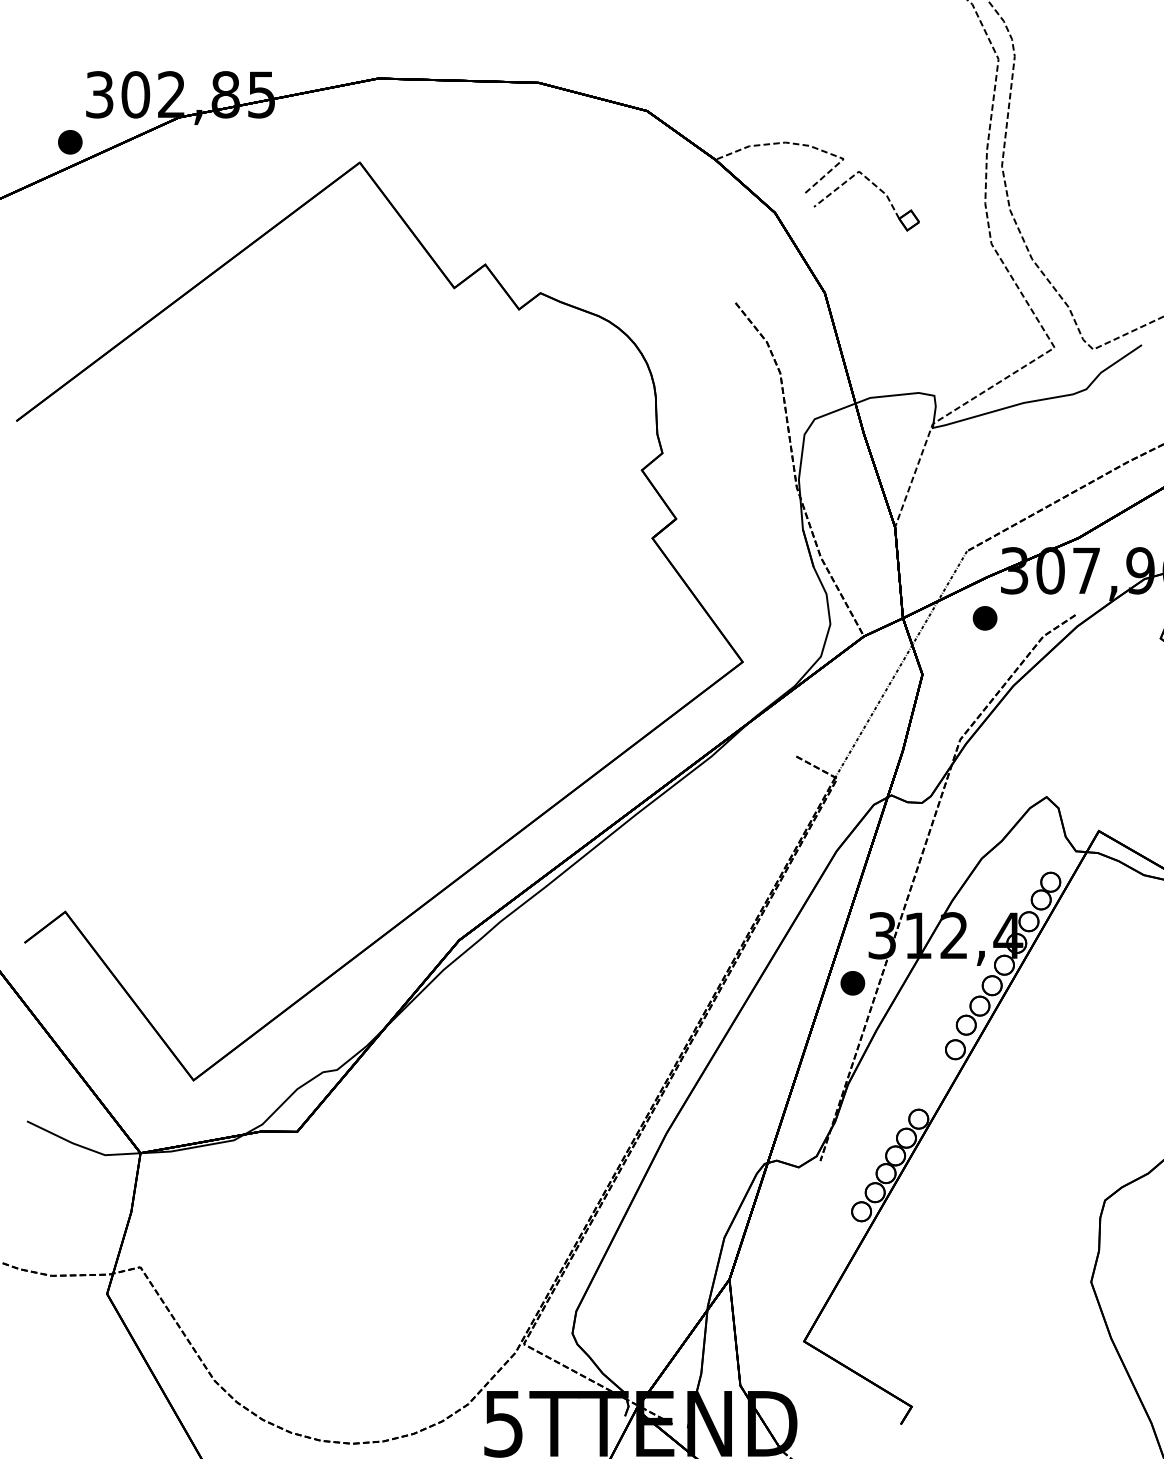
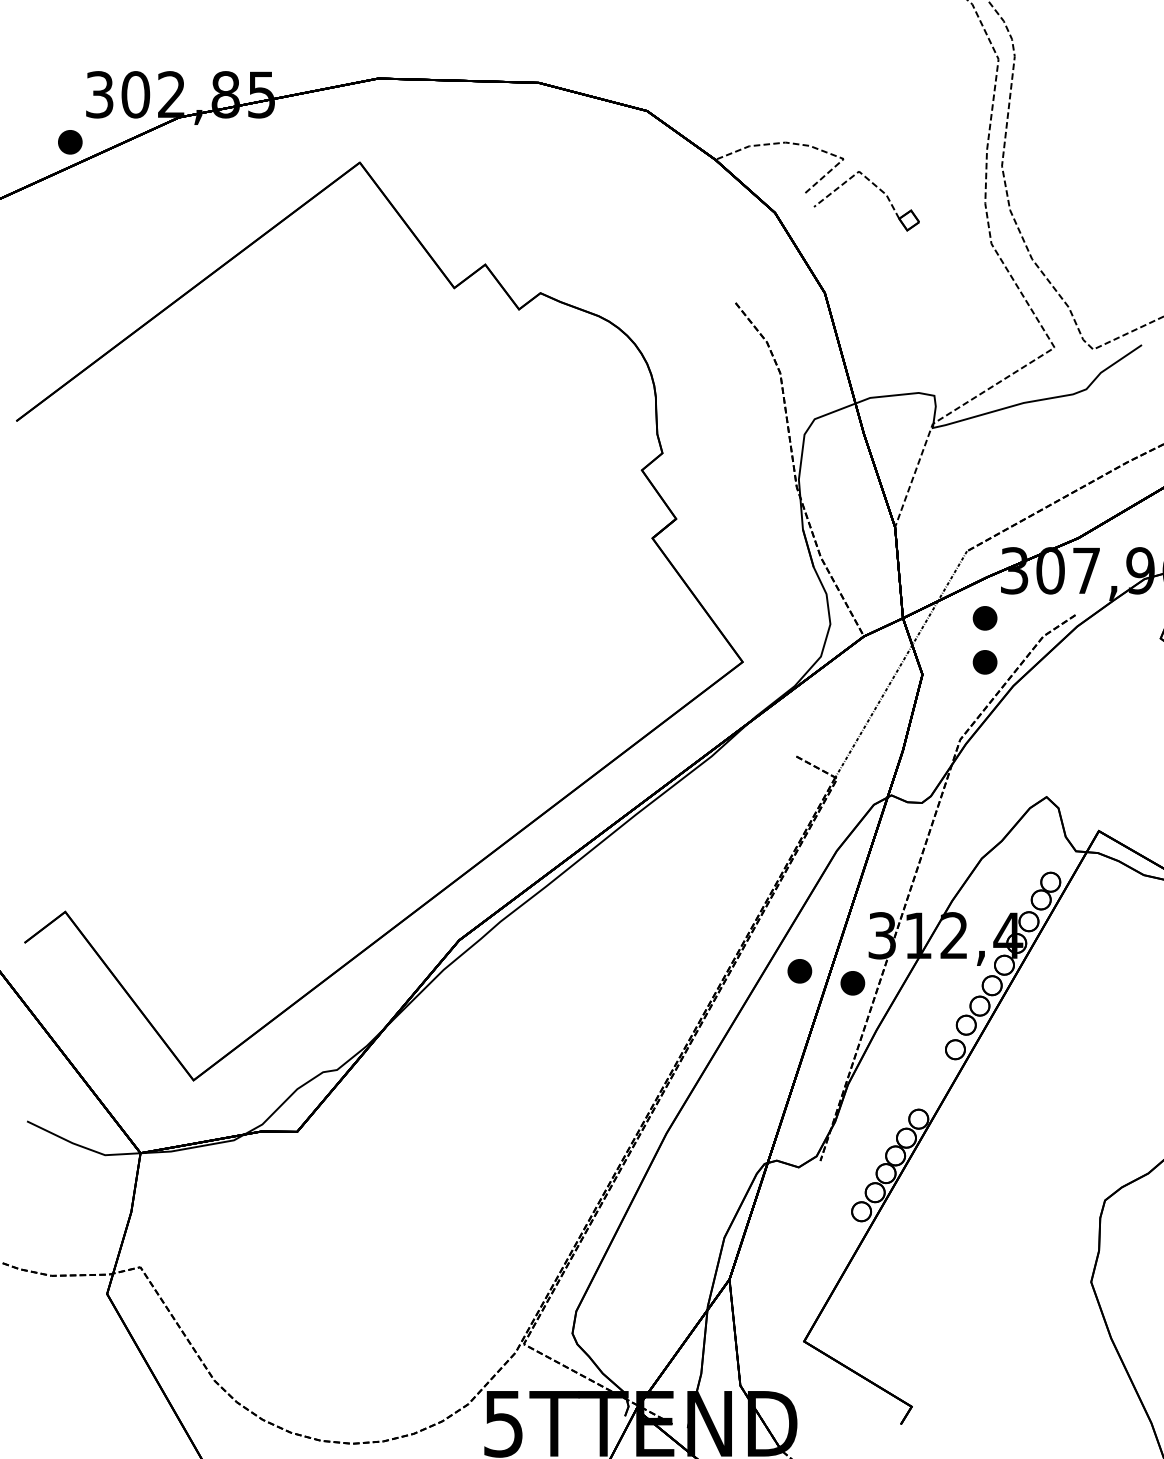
part at (984, 662): none -> present
part at (799, 971): none -> present
